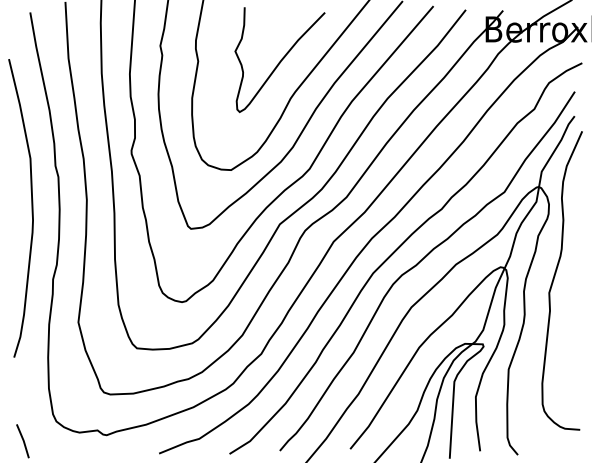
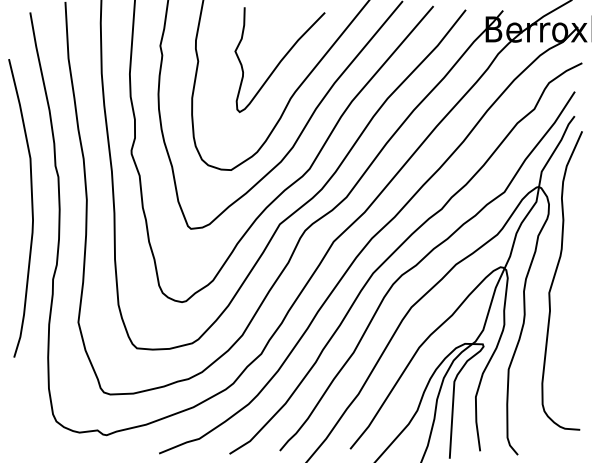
line at (22, 440): present -> none
